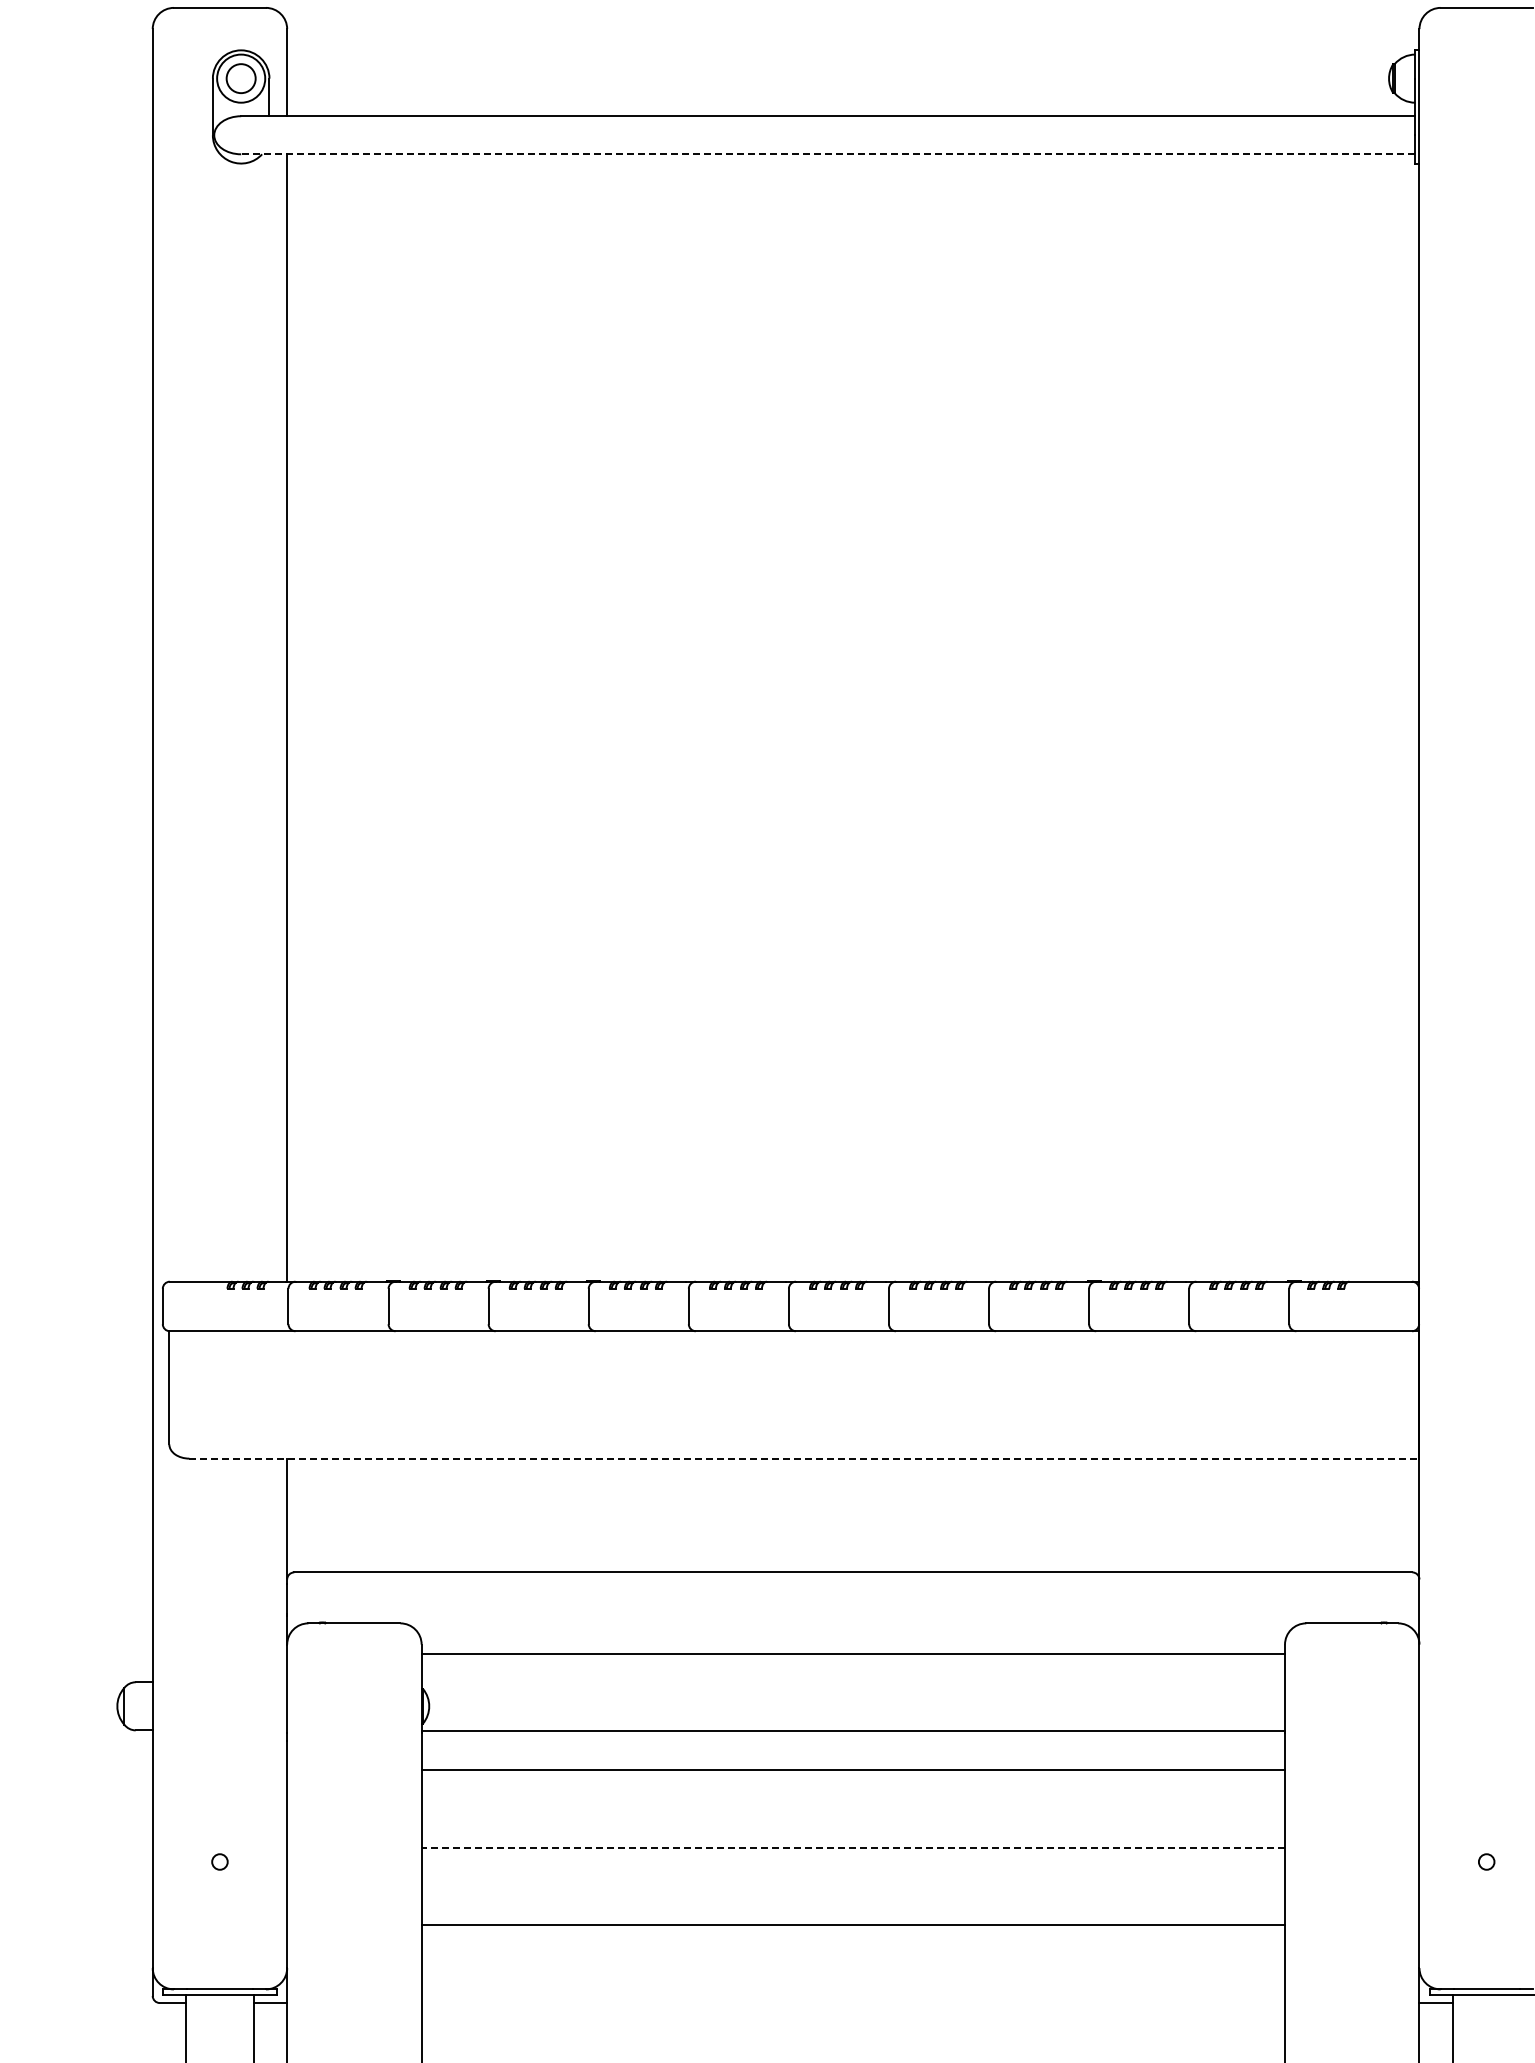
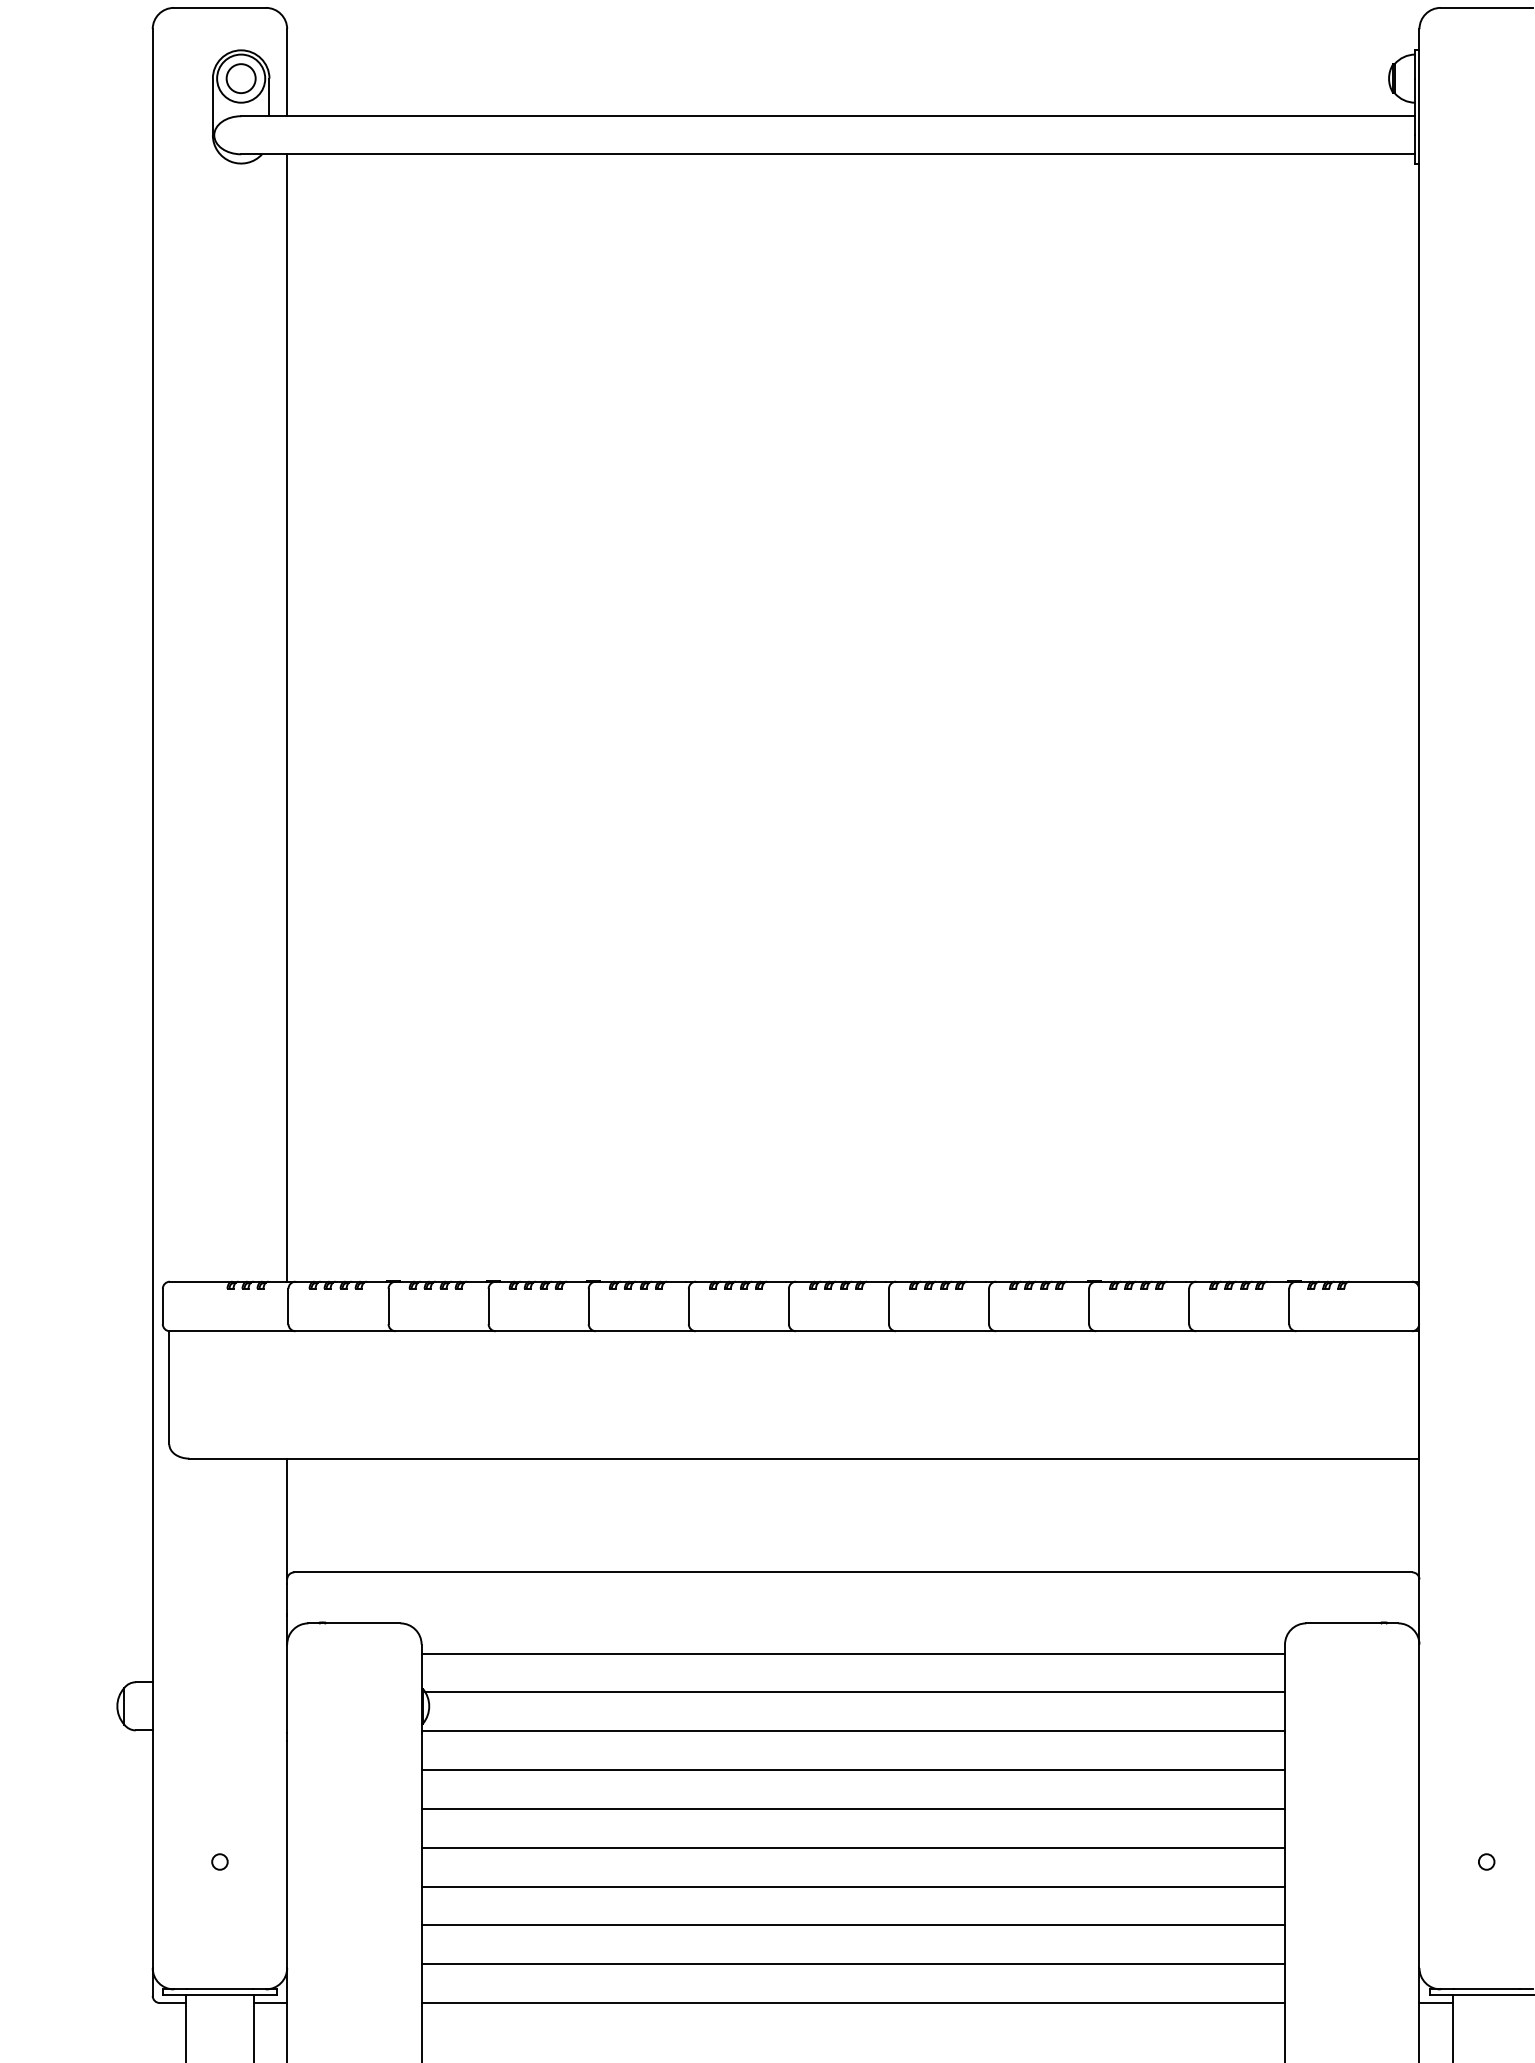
line at (827, 154): dashed -> solid
line at (804, 1458): dashed -> solid
line at (855, 1692): none -> present
line at (853, 1808): none -> present
line at (853, 1847): dashed -> solid
line at (853, 1886): none -> present
line at (853, 1964): none -> present
line at (853, 2003): none -> present
